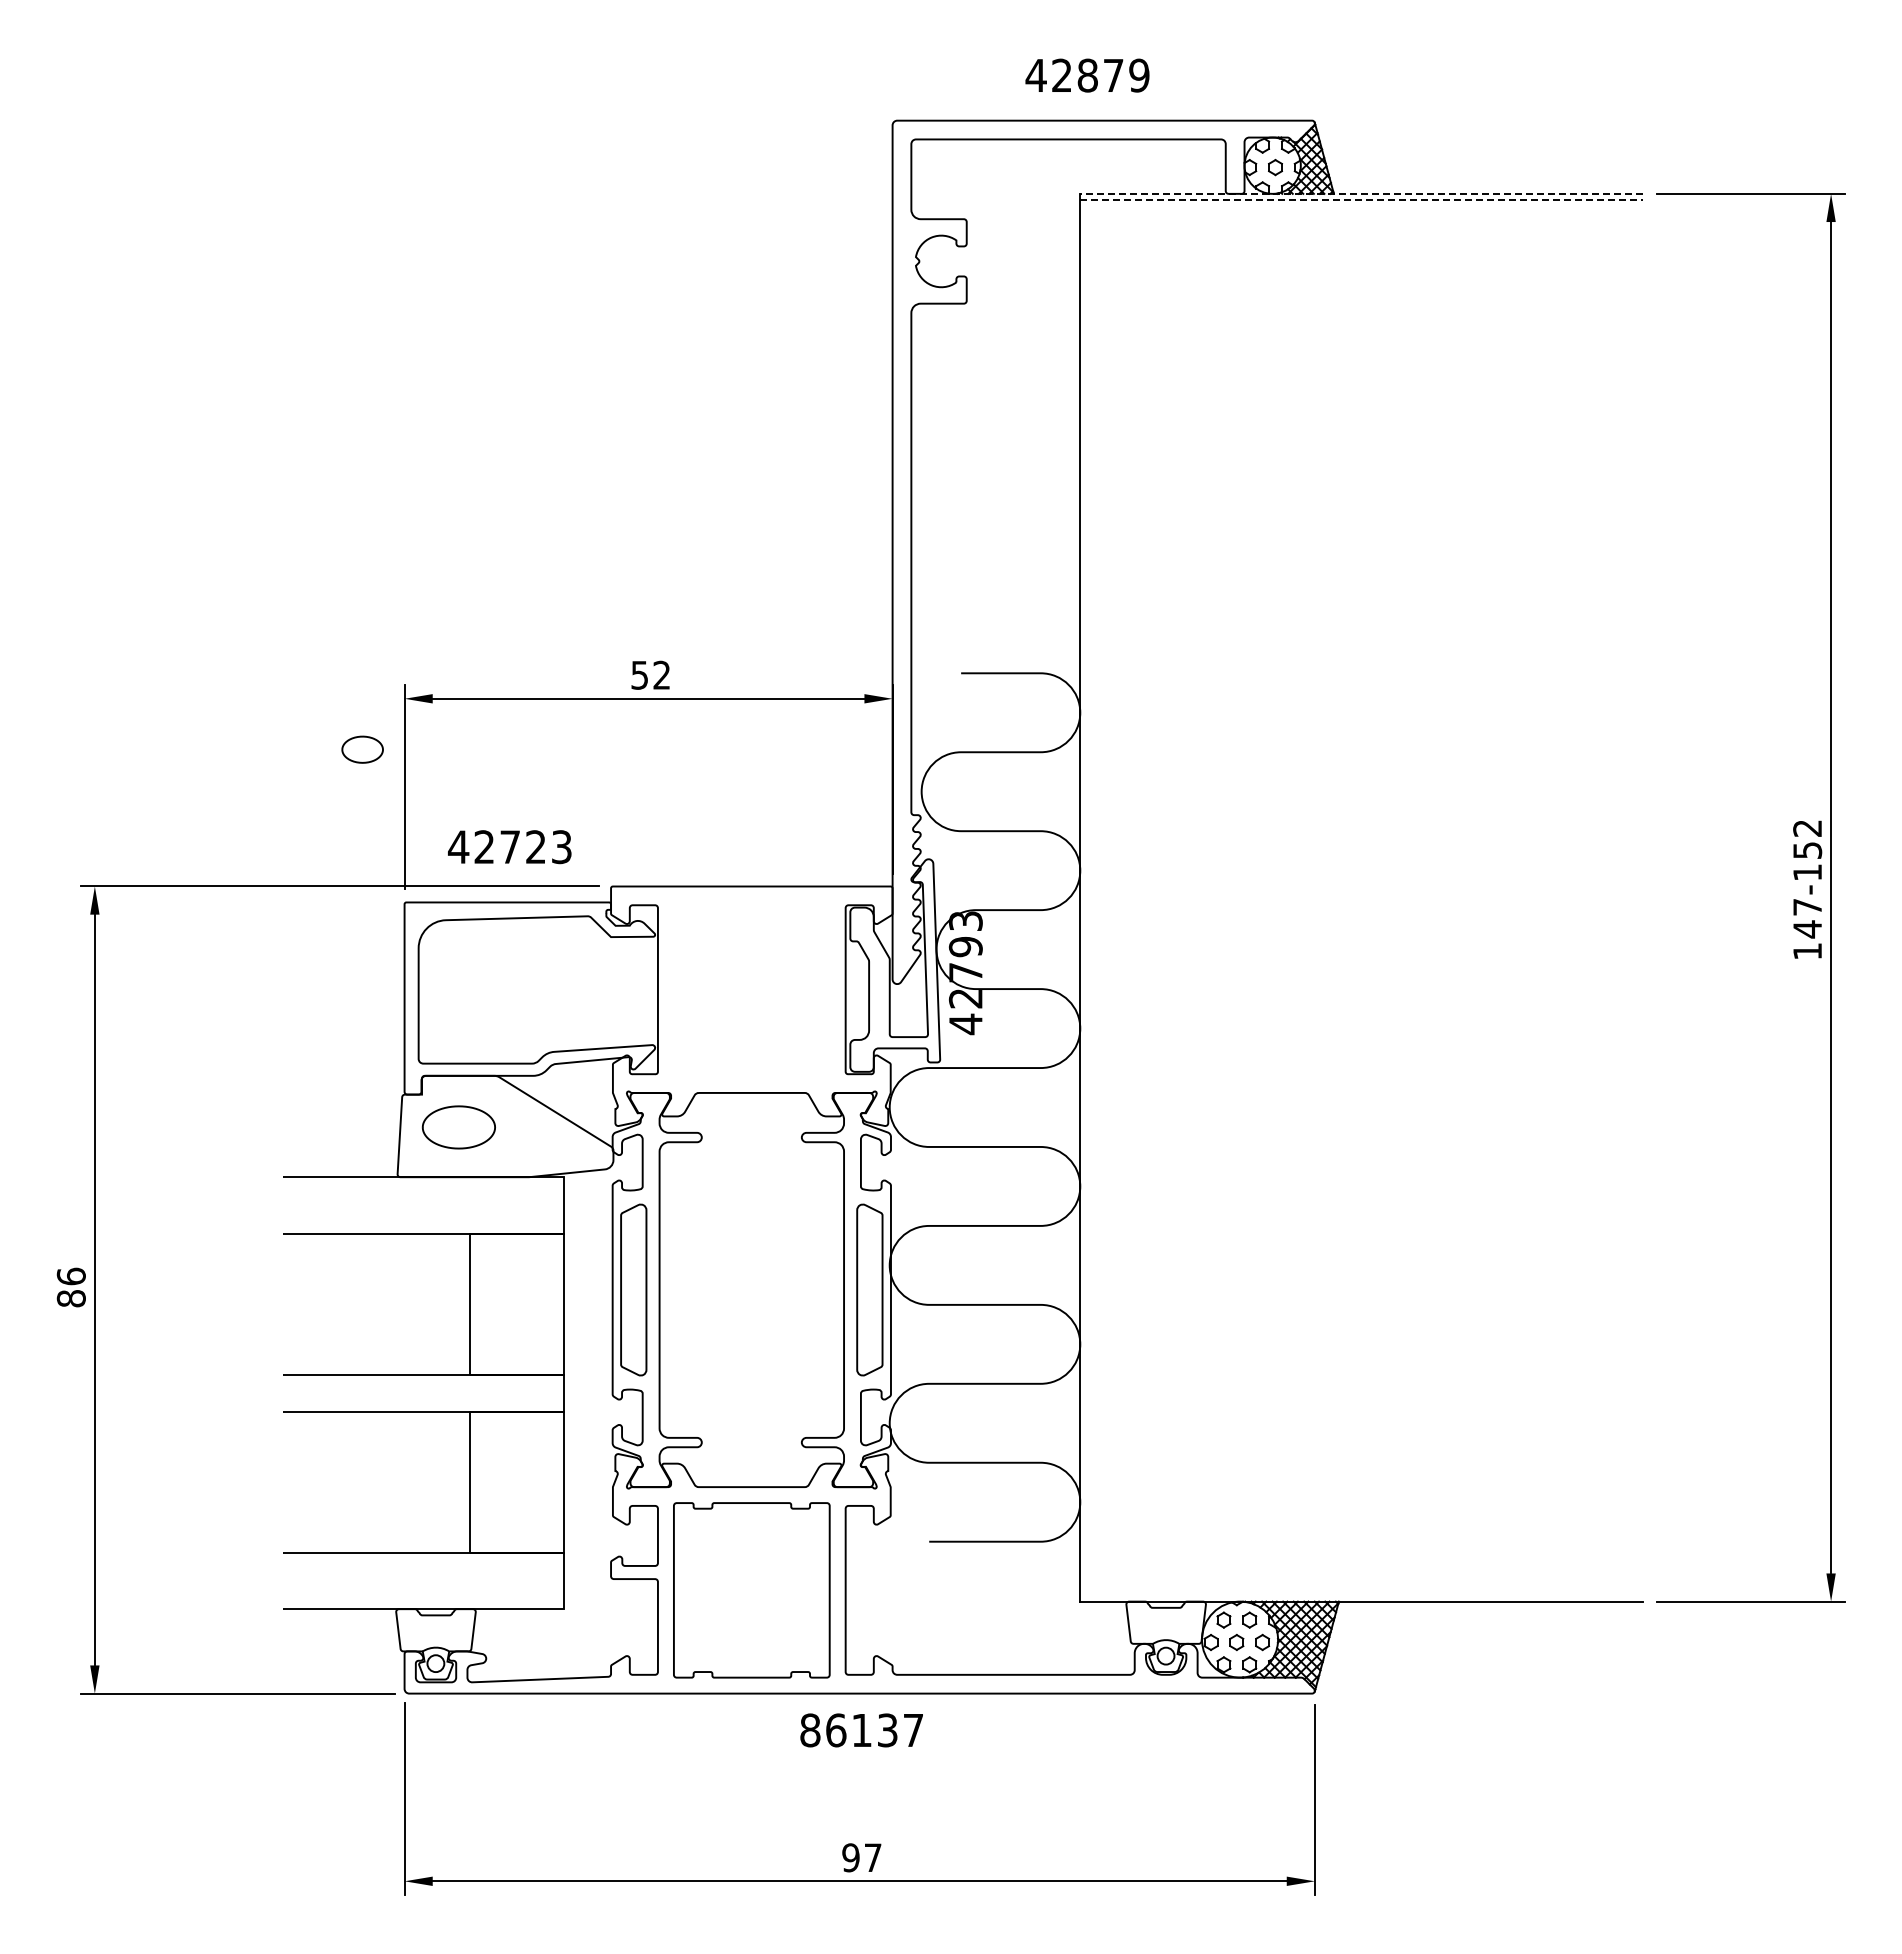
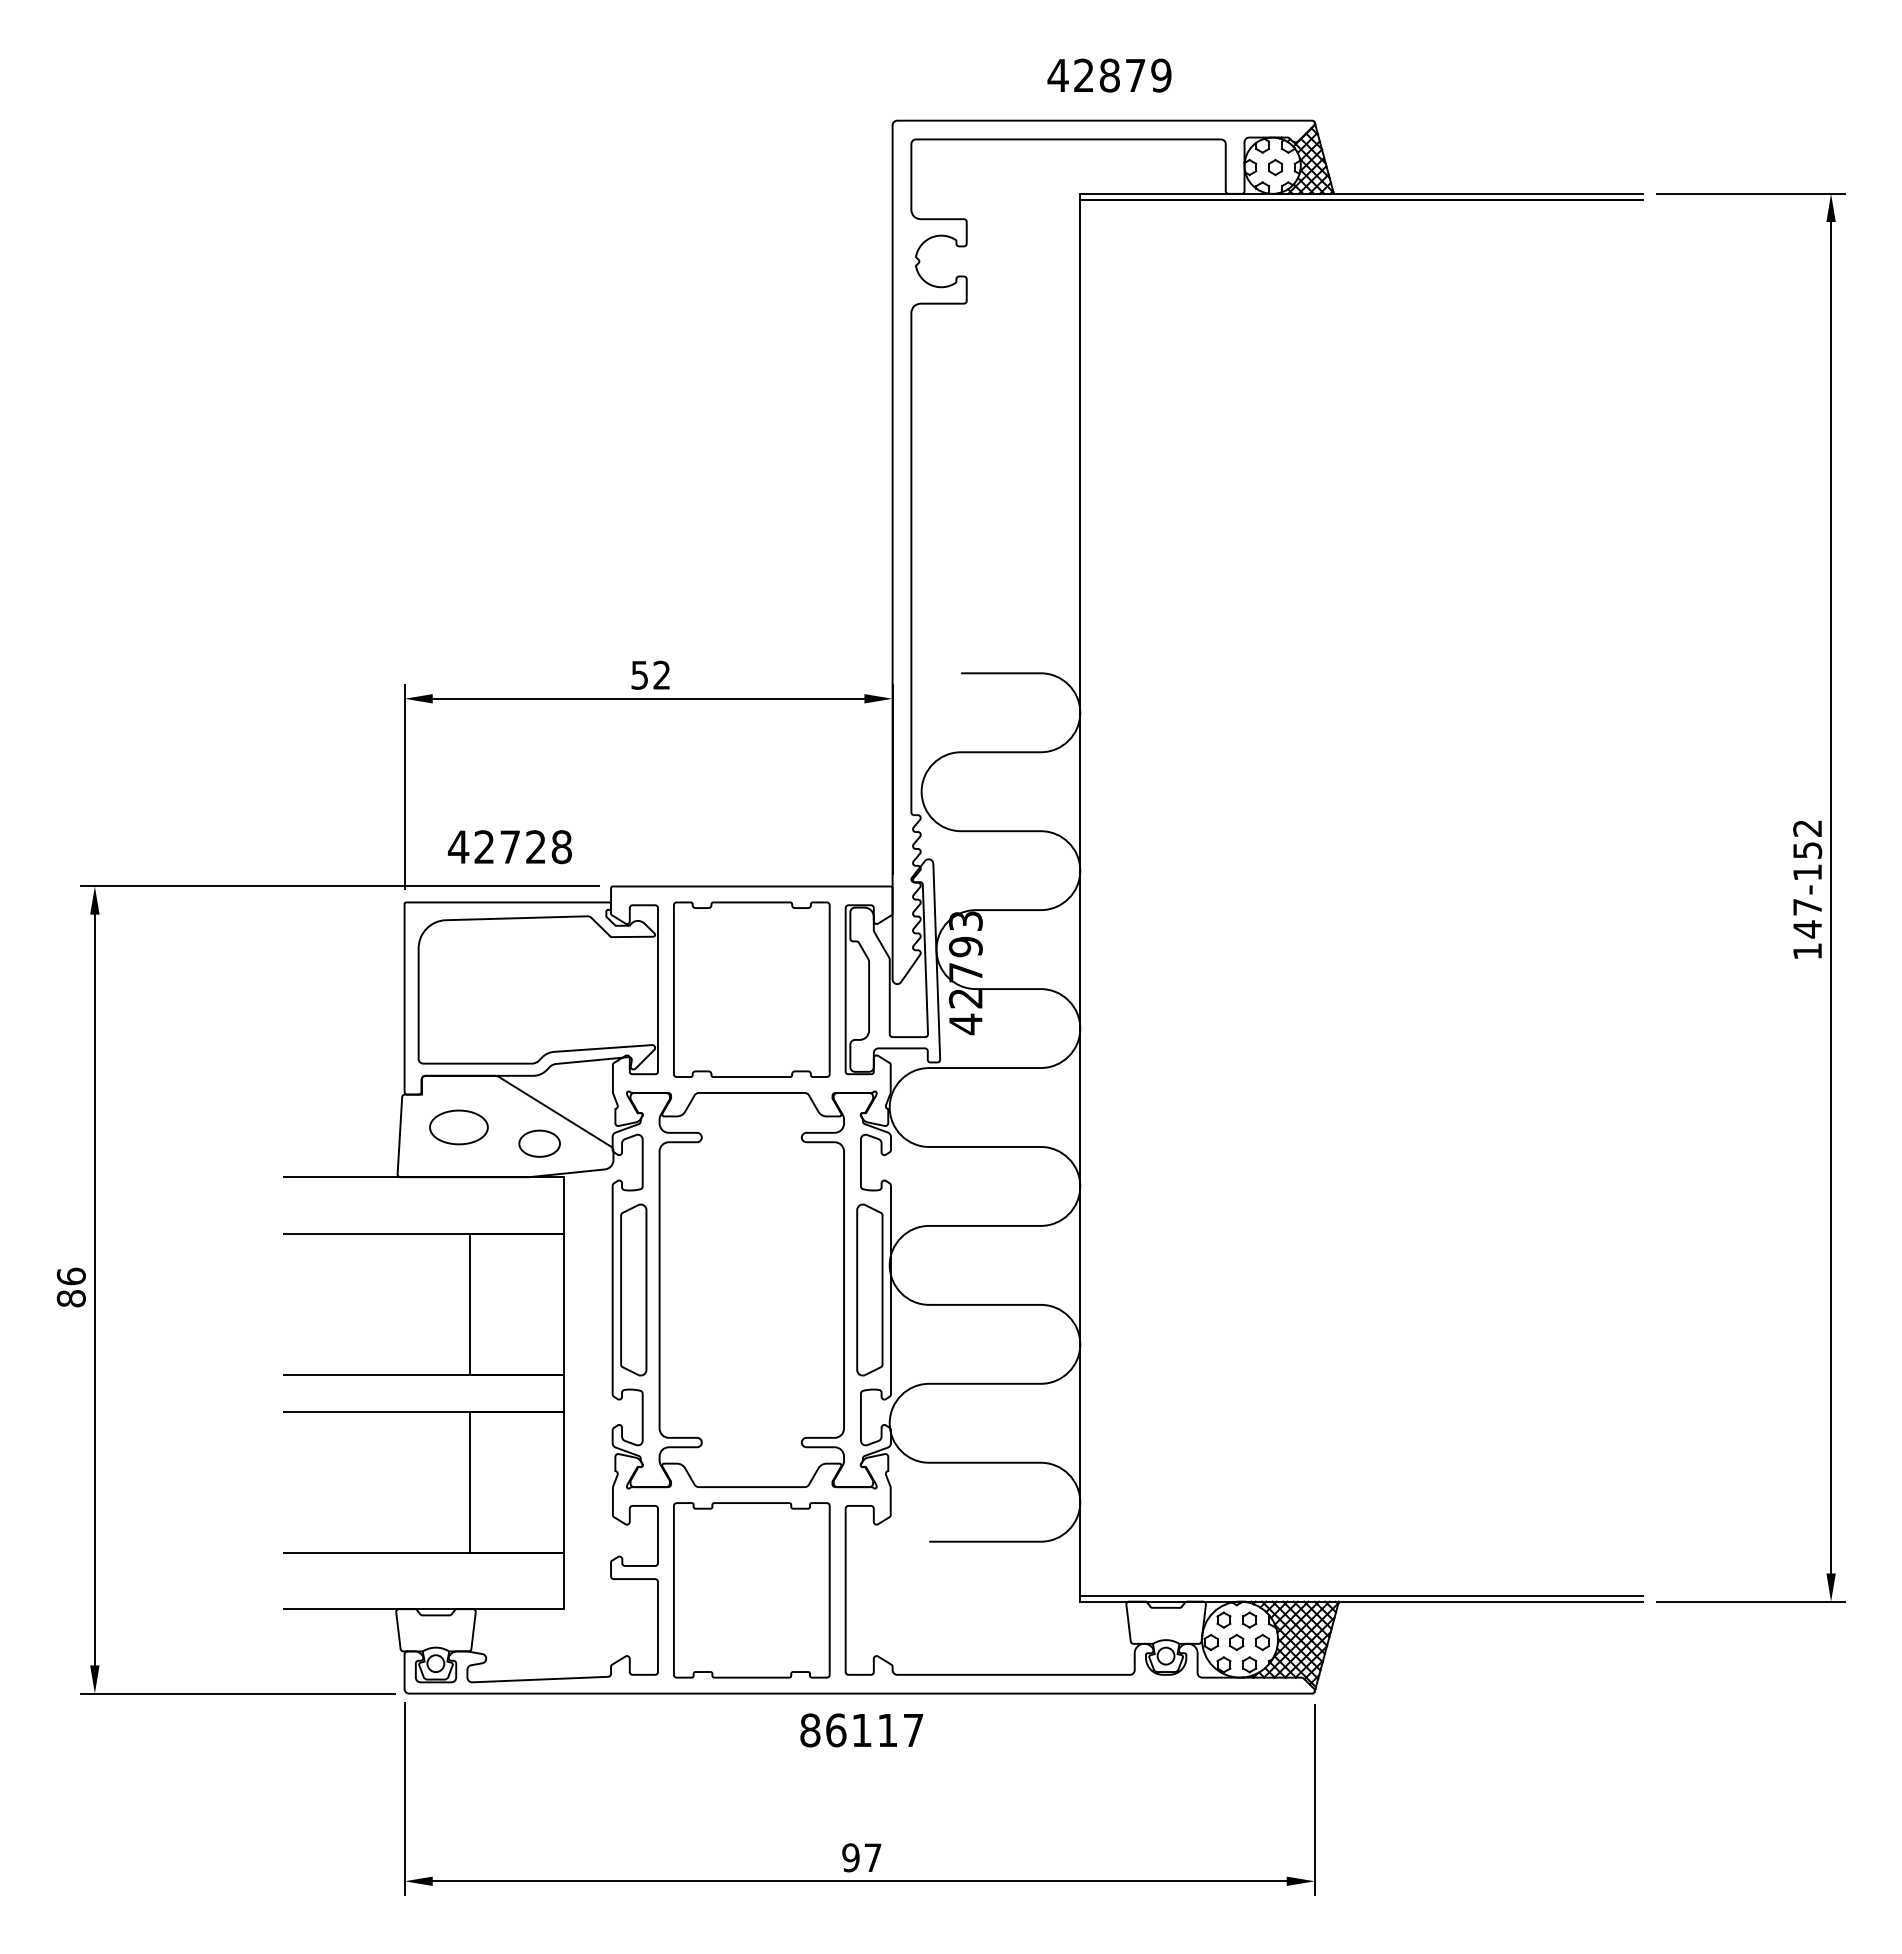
text at (1087, 75) position: (1087, 75) -> (1109, 75)
line at (1361, 193): dashed -> solid
line at (1361, 199): dashed -> solid
part at (362, 749) position: (362, 749) -> (539, 1143)
text at (561, 847): 42723 -> 42728
part at (751, 989): none -> present
part at (458, 1127) size: 75x45 px -> 60x37 px
line at (1361, 1595): none -> present
text at (887, 1730): 86137 -> 86117
